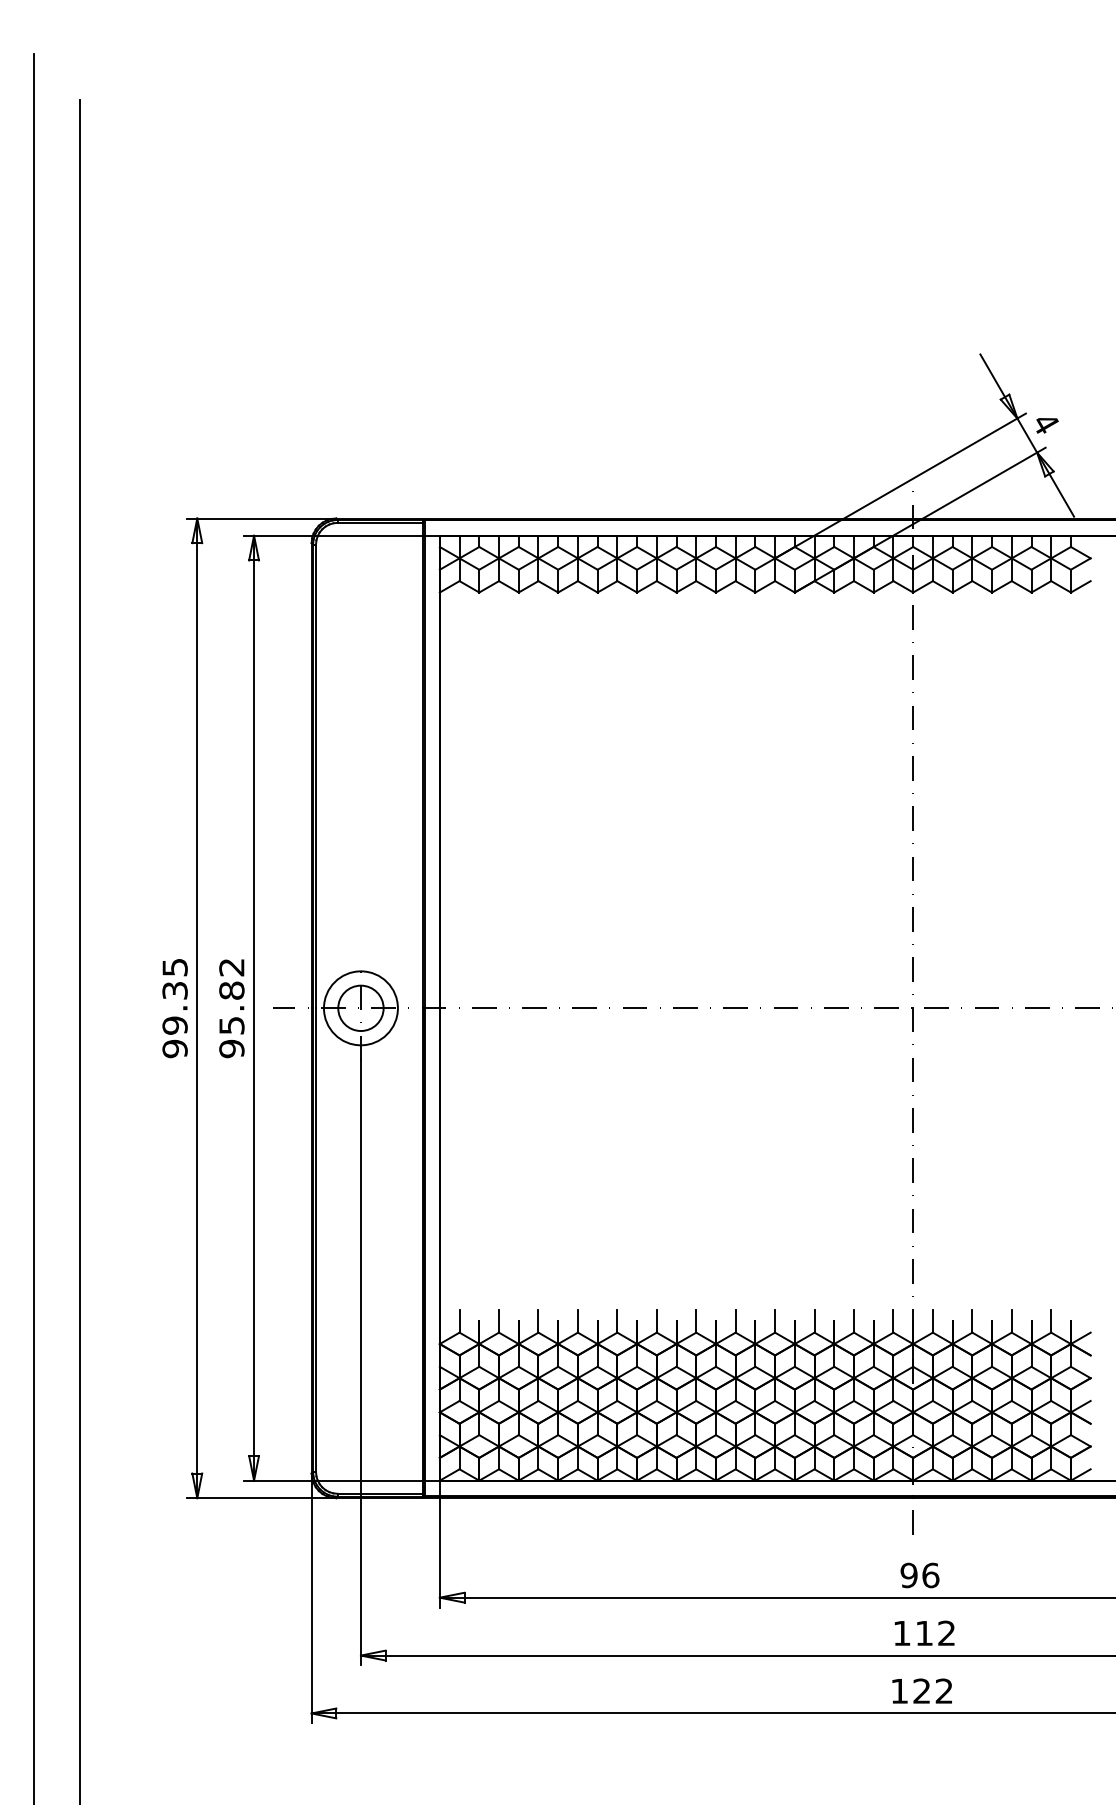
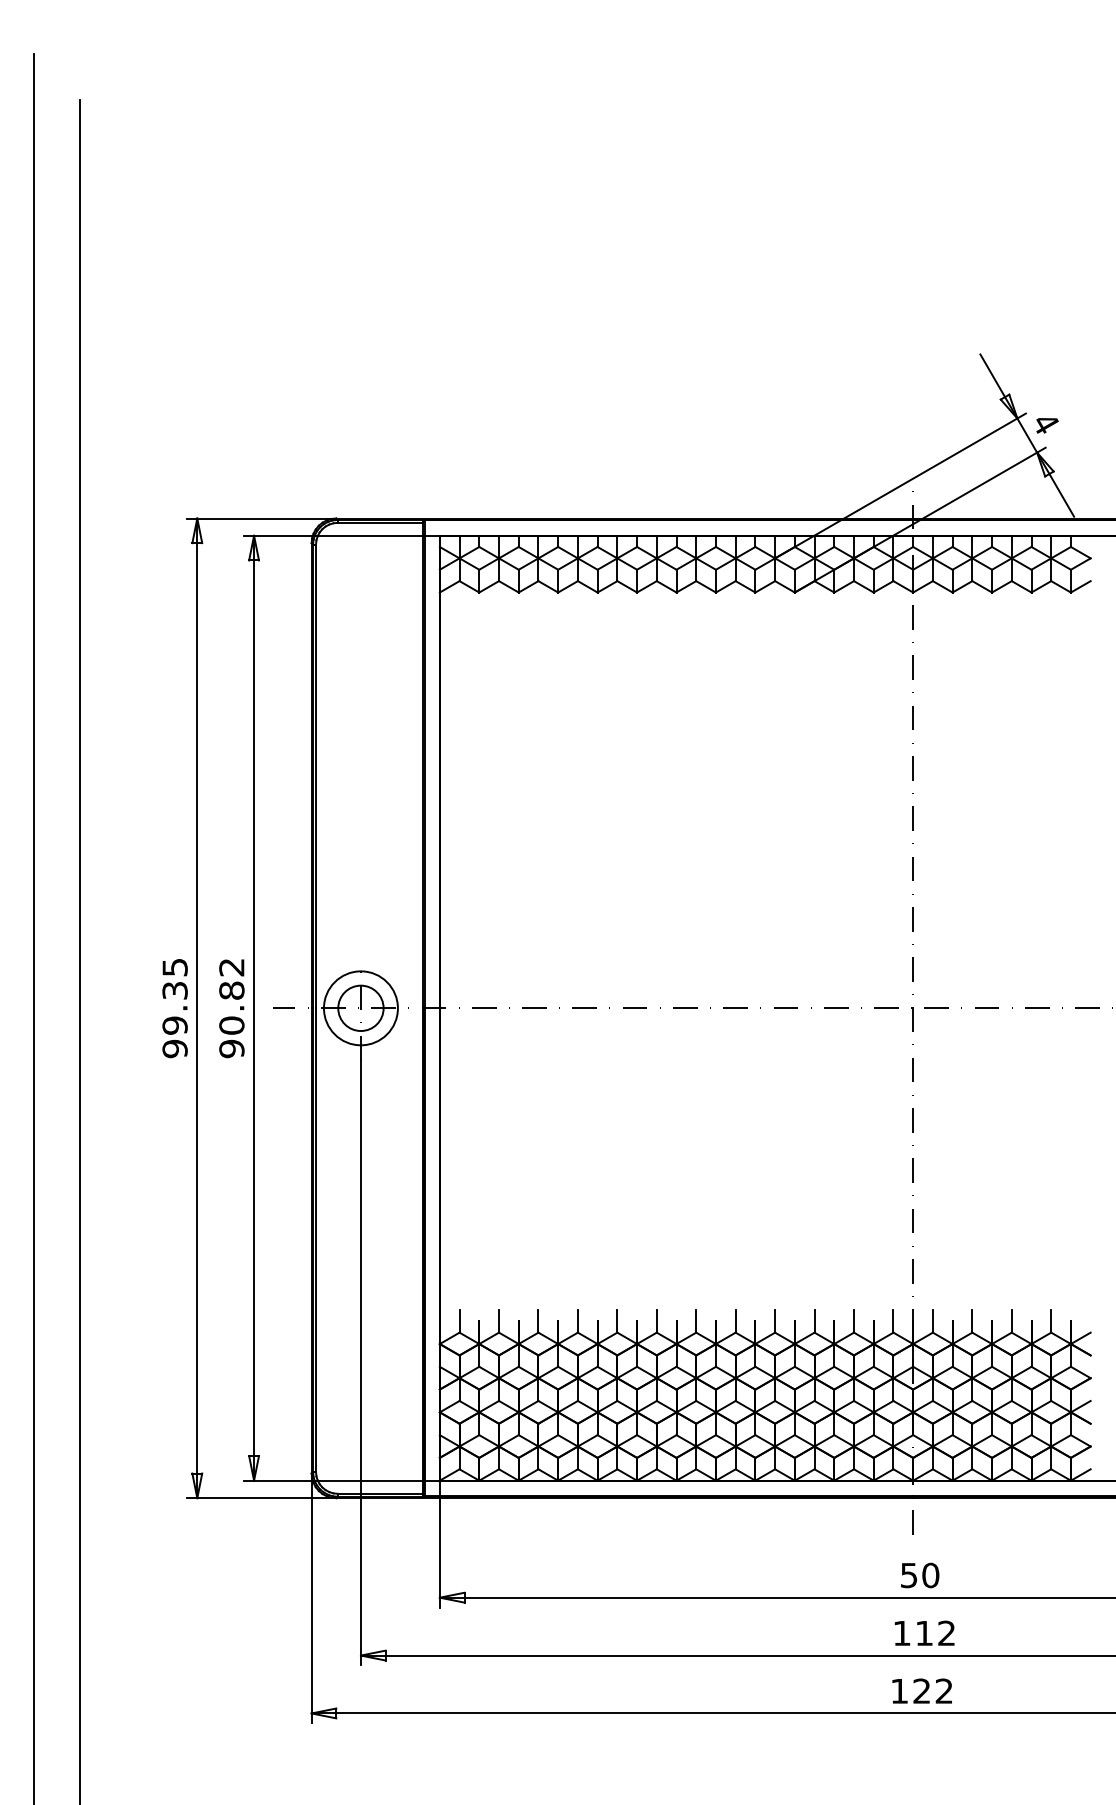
text at (231, 1025): 95.82 -> 90.82
text at (919, 1574): 96 -> 50
